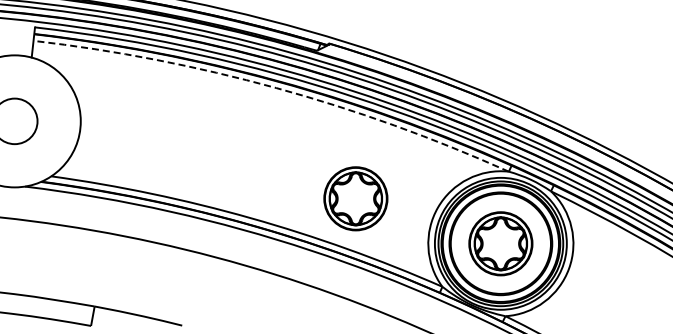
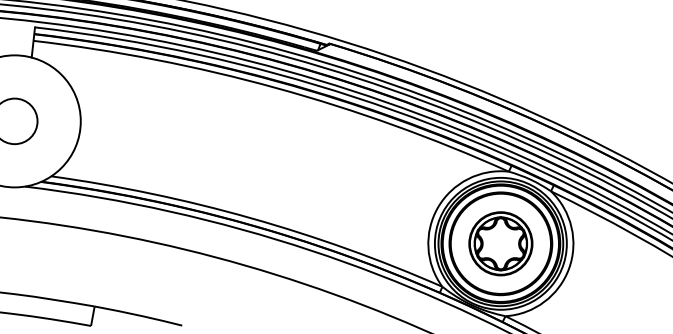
arc at (276, 88): dashed -> solid
part at (355, 198): present -> none
